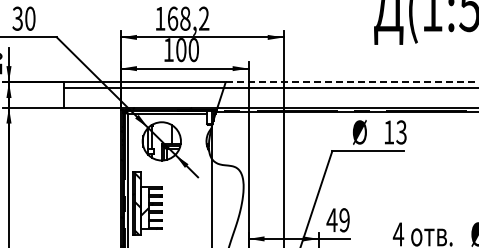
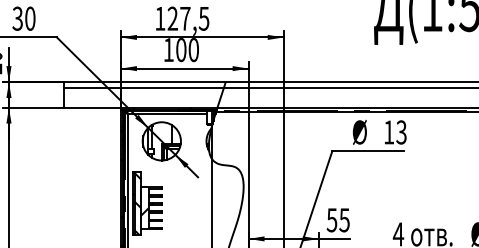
text at (188, 18): 168,2 -> 127,5
line at (352, 82): dashed -> solid
text at (337, 220): 49 -> 55
